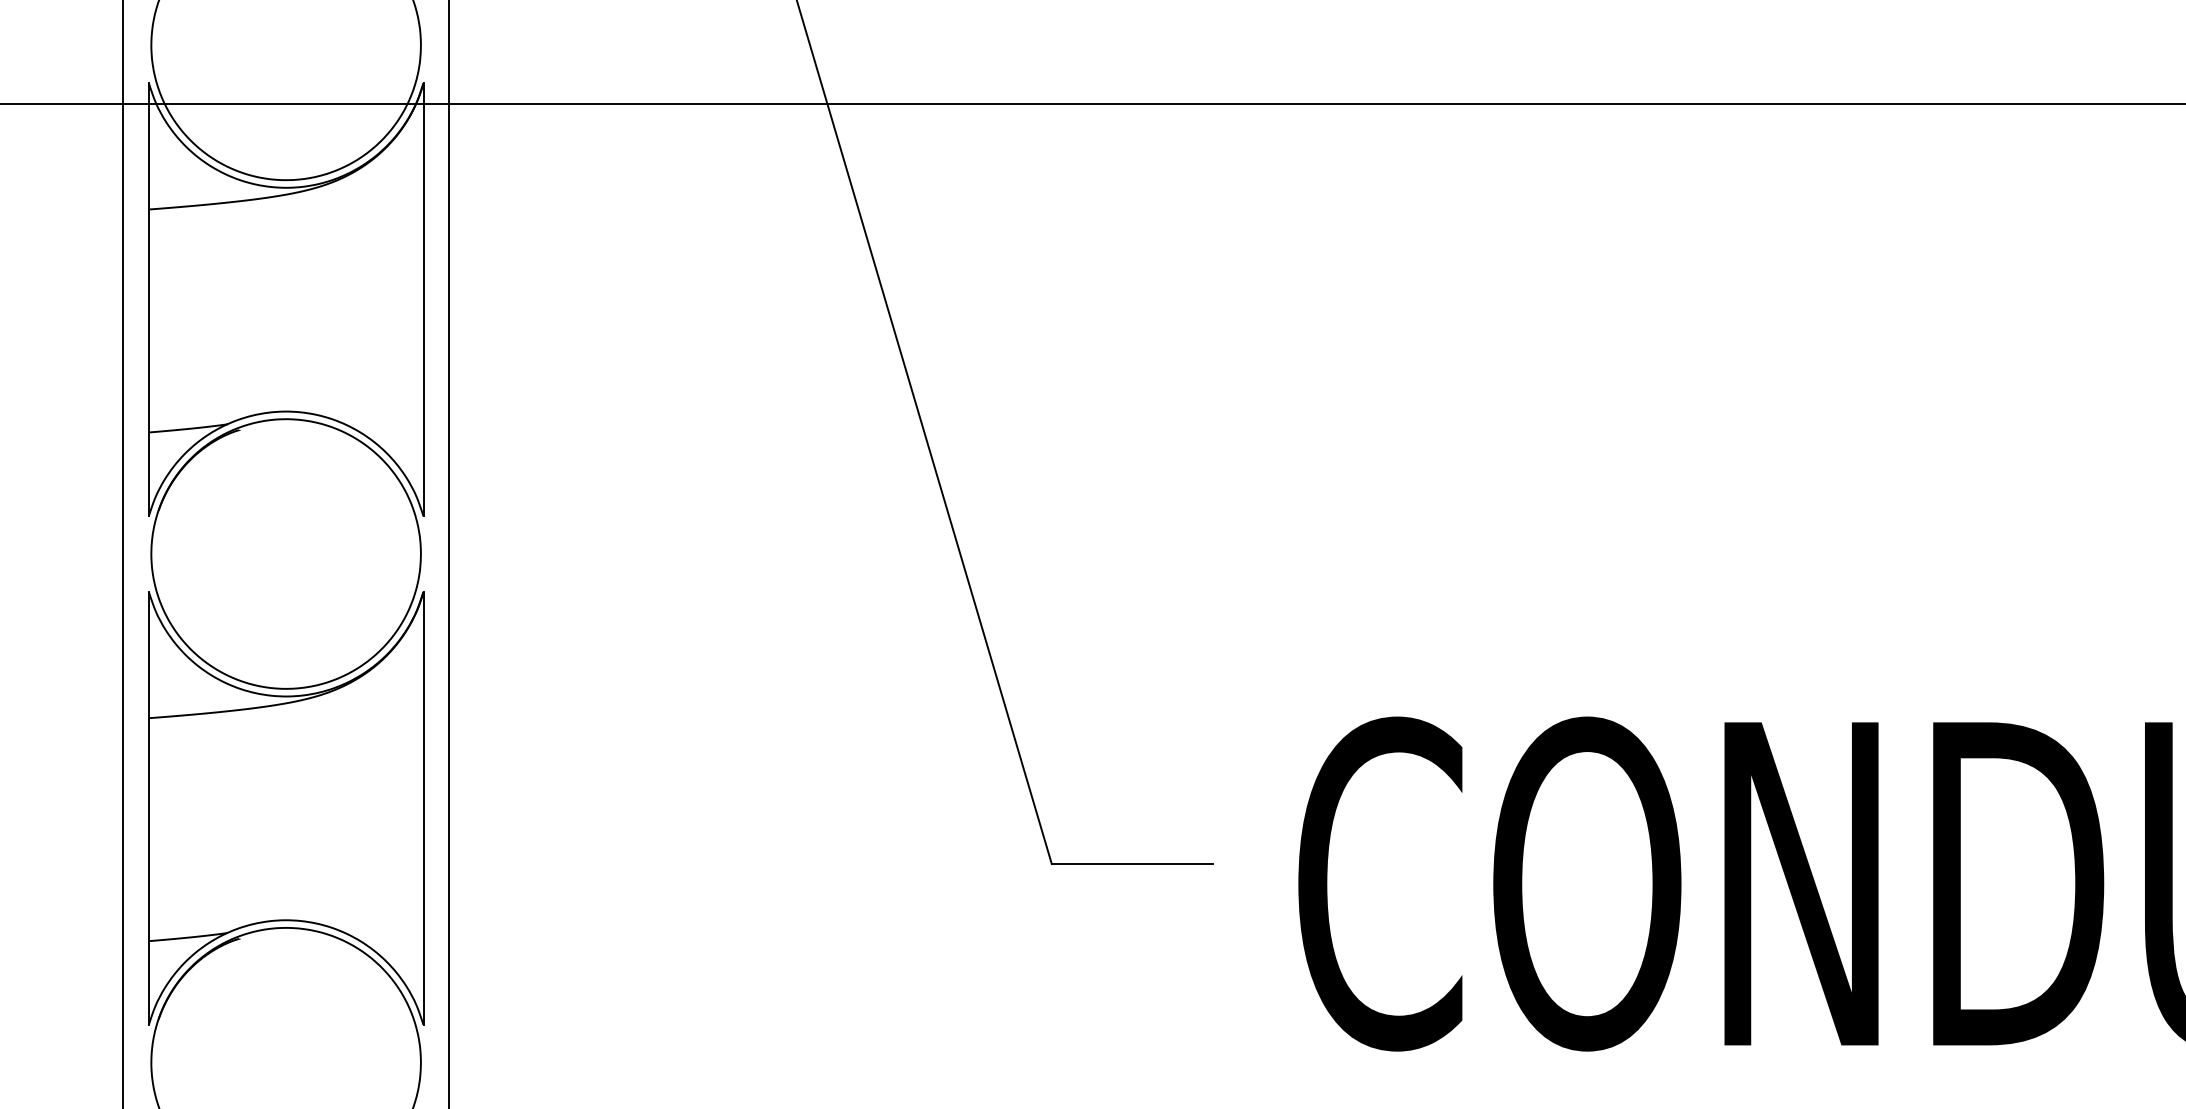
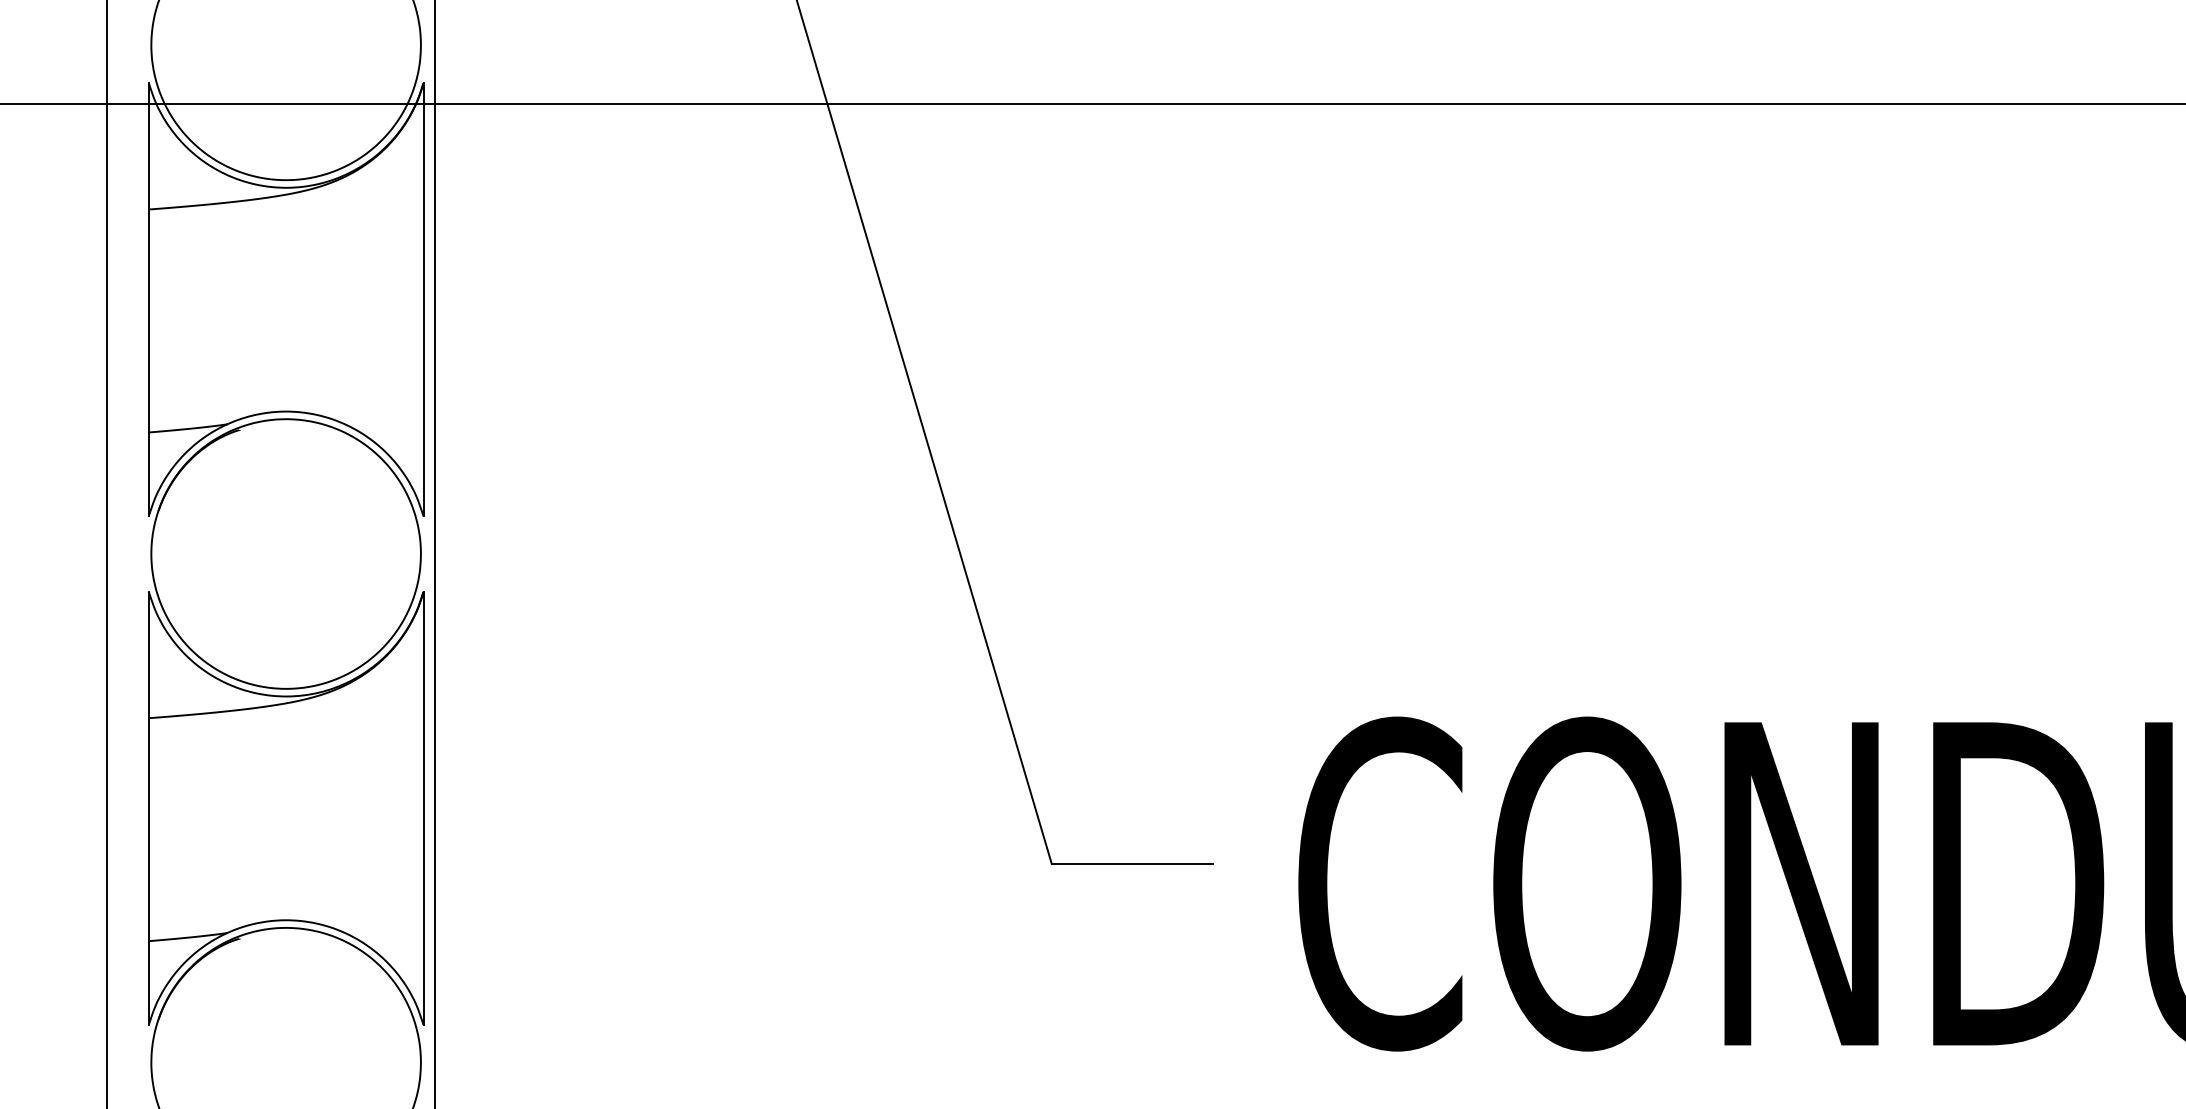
line at (123, 553) position: (123, 553) -> (107, 553)
line at (448, 553) position: (448, 553) -> (434, 553)
